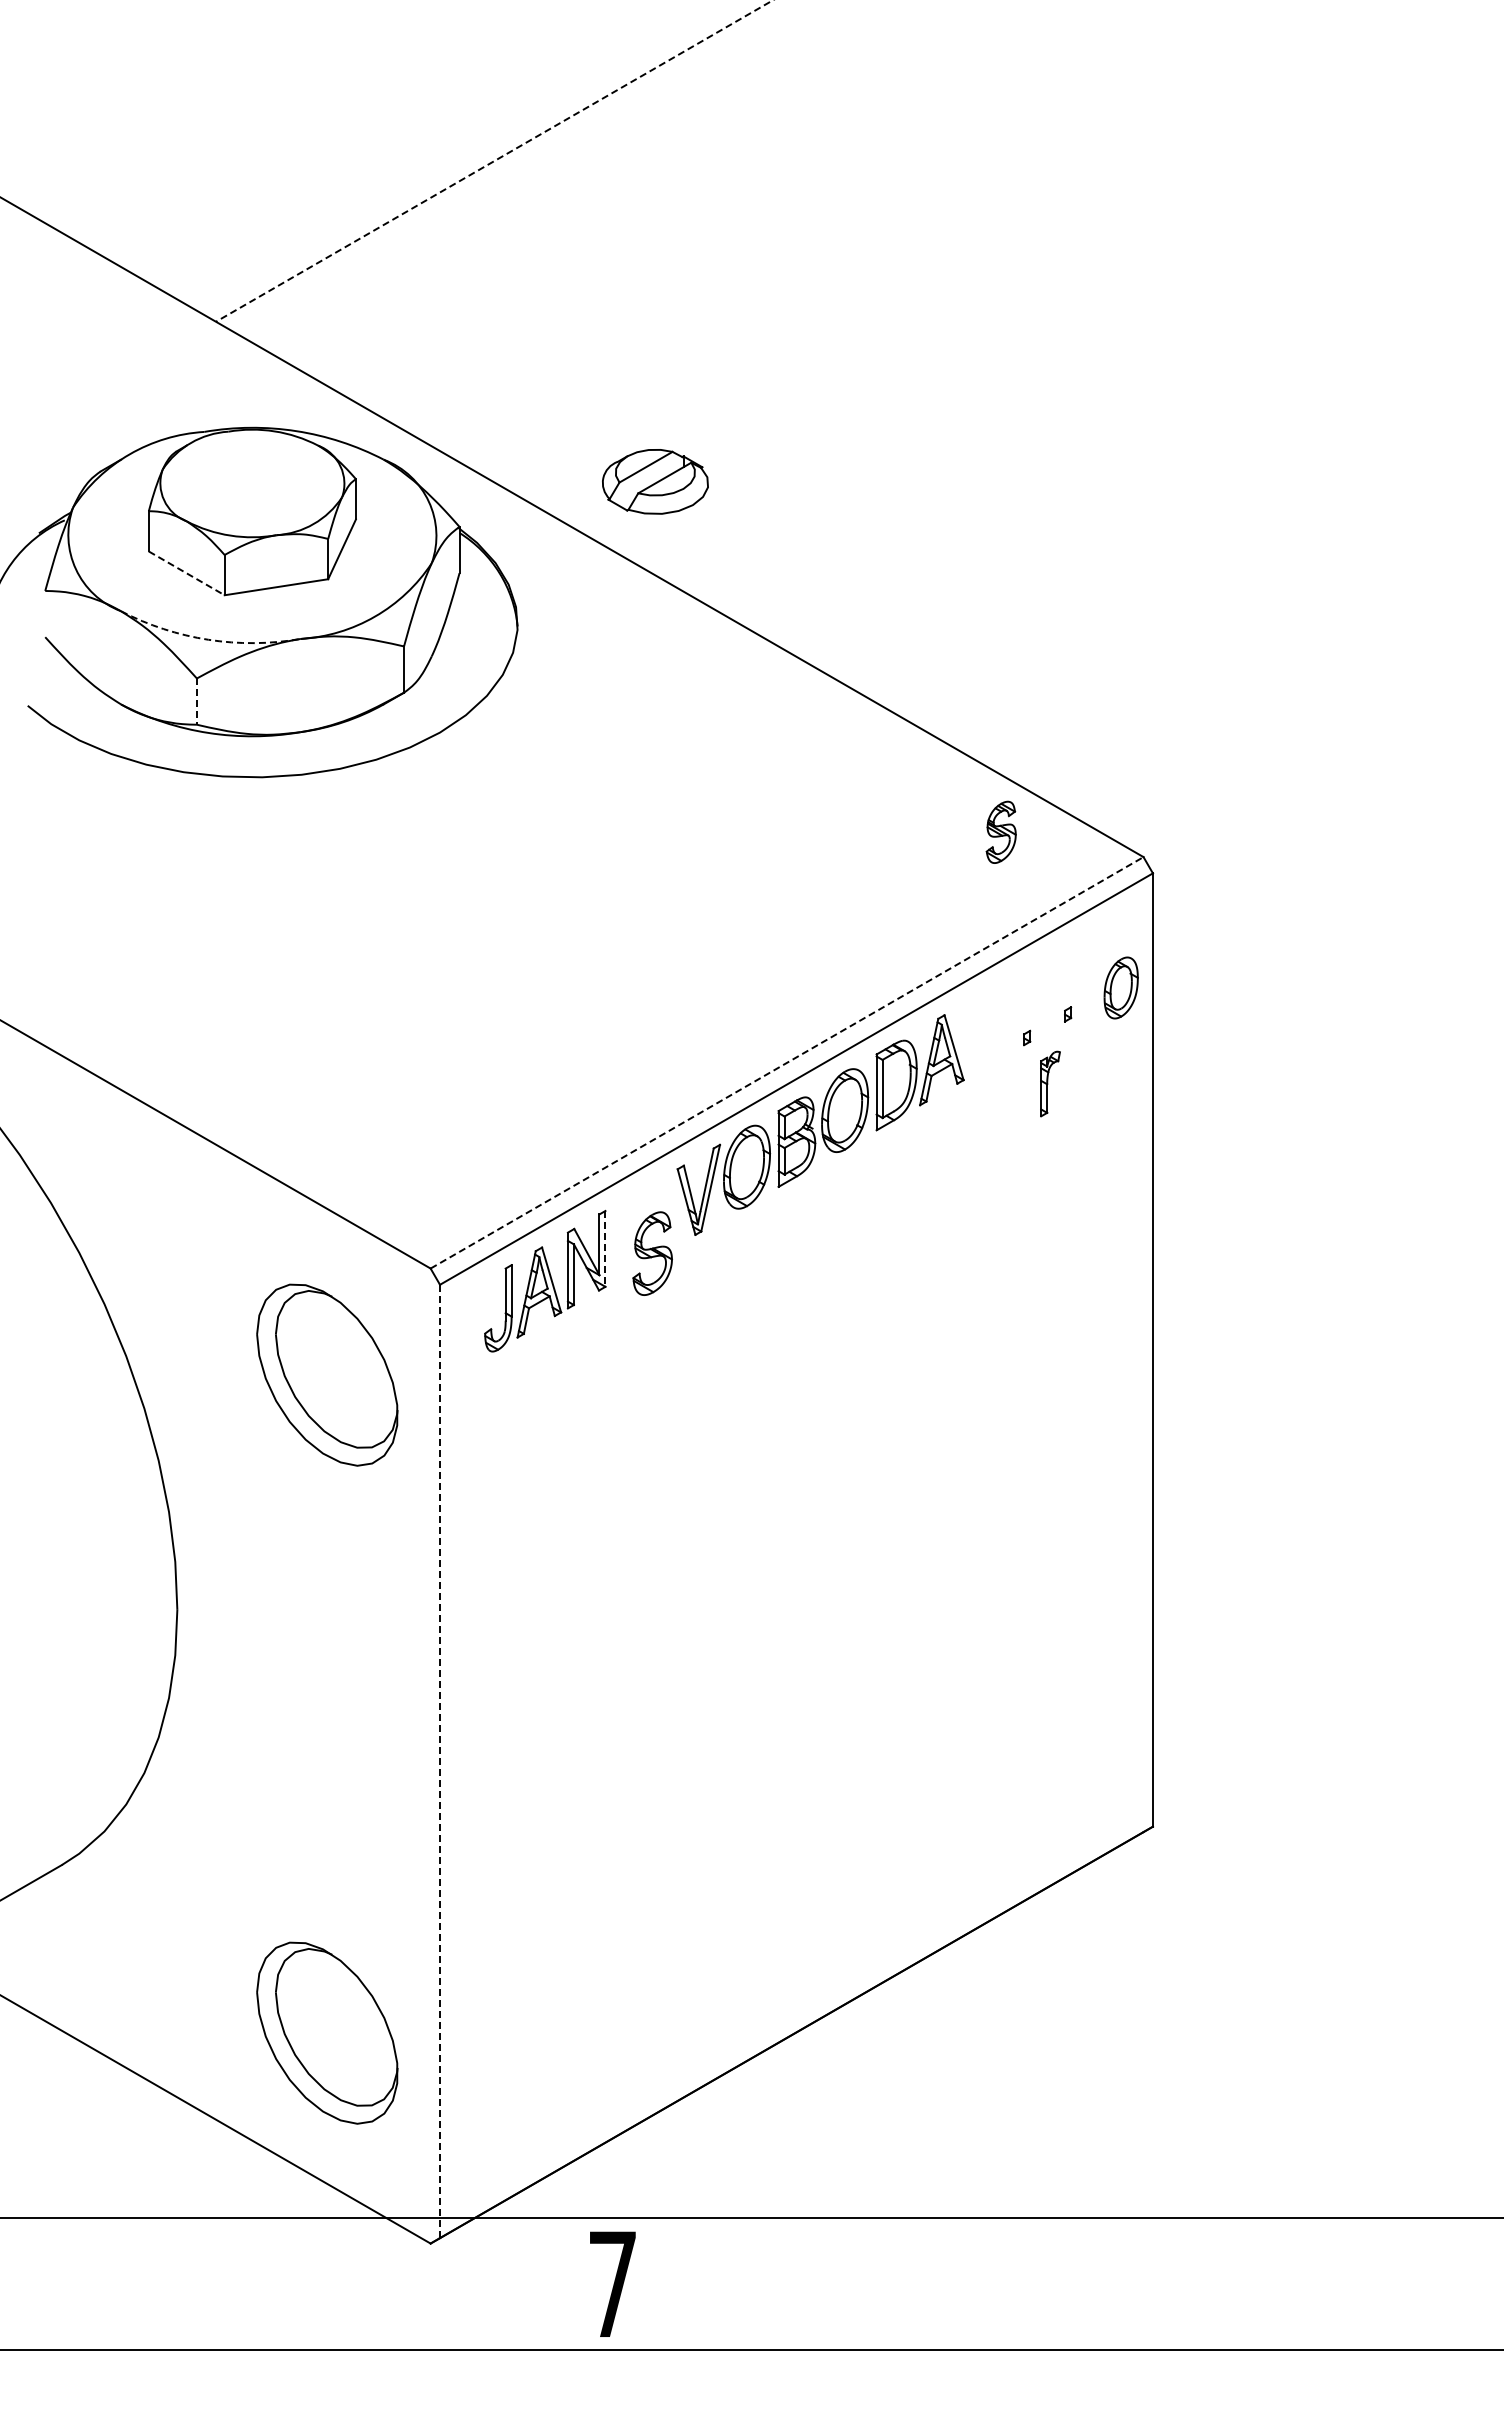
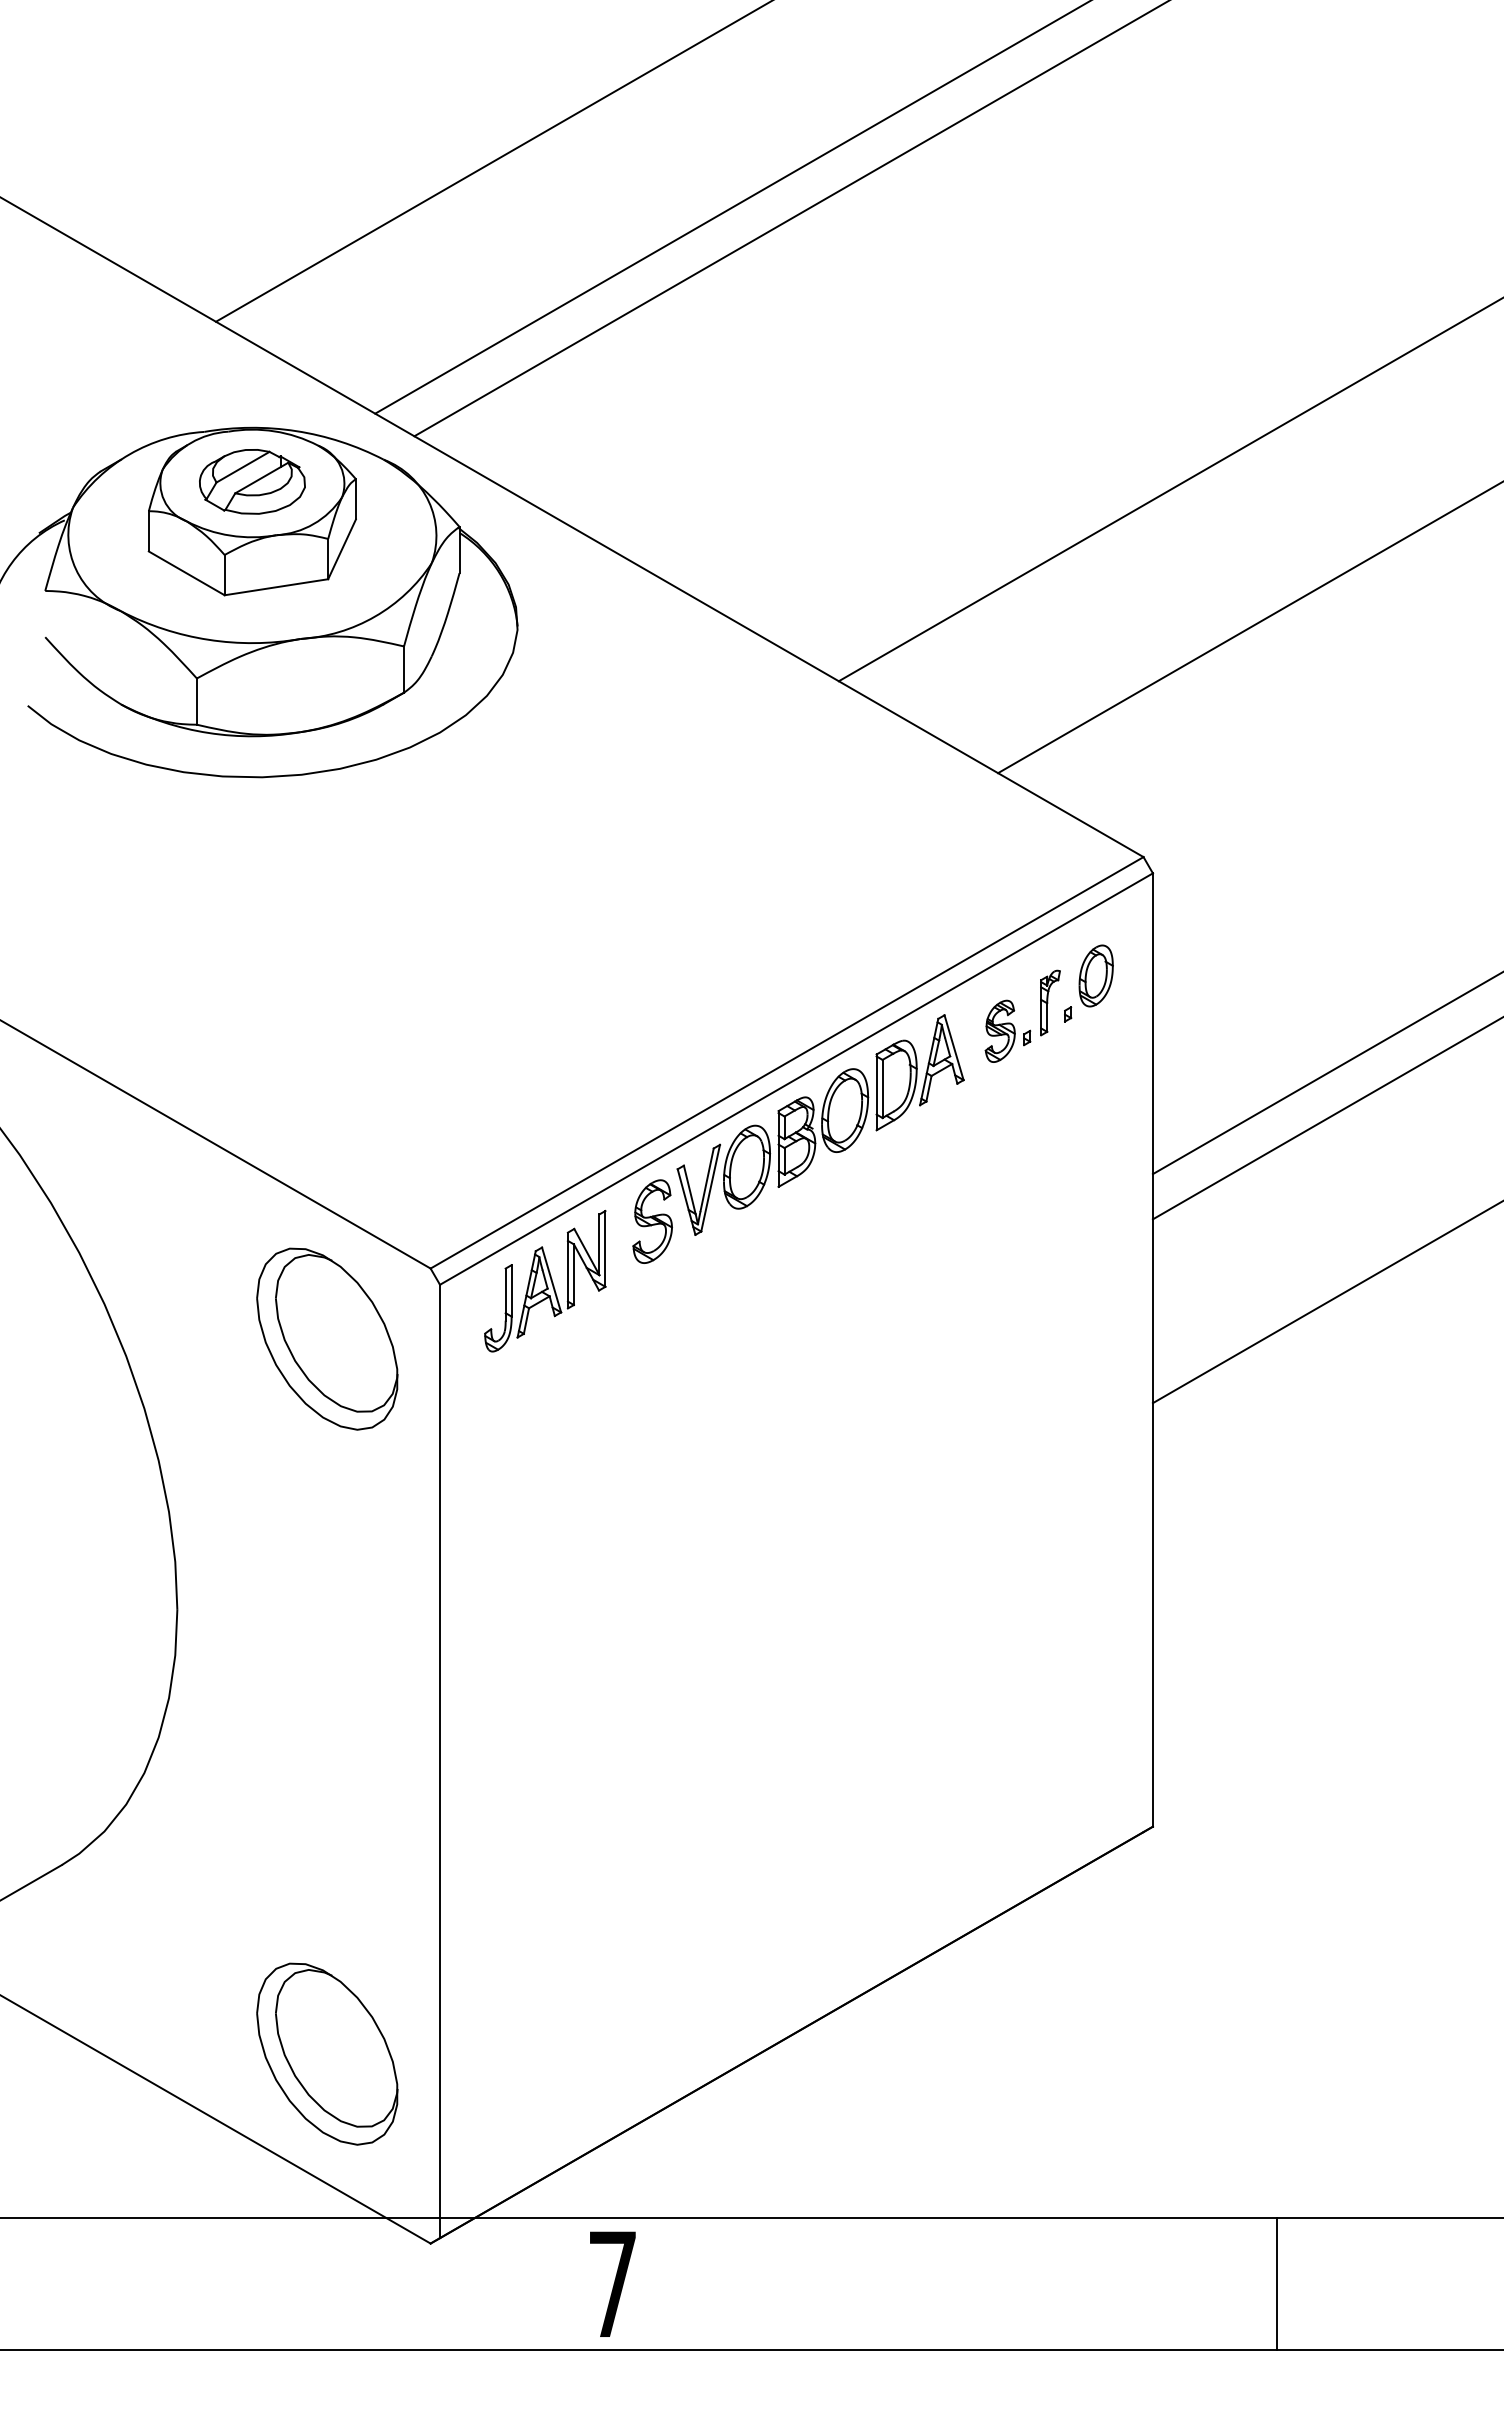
line at (493, 161): dashed -> solid
line at (731, 207): none -> present
line at (790, 219): none -> present
part at (655, 481) position: (655, 481) -> (252, 481)
line at (1169, 490): none -> present
line at (186, 573): dashed -> solid
line at (1249, 628): none -> present
arc at (208, 639): dashed -> solid
line at (196, 702): dashed -> solid
part at (1000, 831) position: (1000, 831) -> (999, 1030)
part at (1120, 987) position: (1120, 987) -> (1095, 975)
line at (787, 1062): dashed -> solid
line at (1326, 1073): none -> present
part at (1050, 1083) position: (1050, 1083) -> (1050, 1002)
line at (1326, 1118): none -> present
line at (605, 1248): dashed -> solid
part at (652, 1253) position: (652, 1253) -> (652, 1221)
line at (1326, 1302): none -> present
part at (327, 1374) position: (327, 1374) -> (327, 1338)
line at (440, 1761): dashed -> solid
part at (327, 2032) position: (327, 2032) -> (327, 2053)
line at (1277, 2283): none -> present
